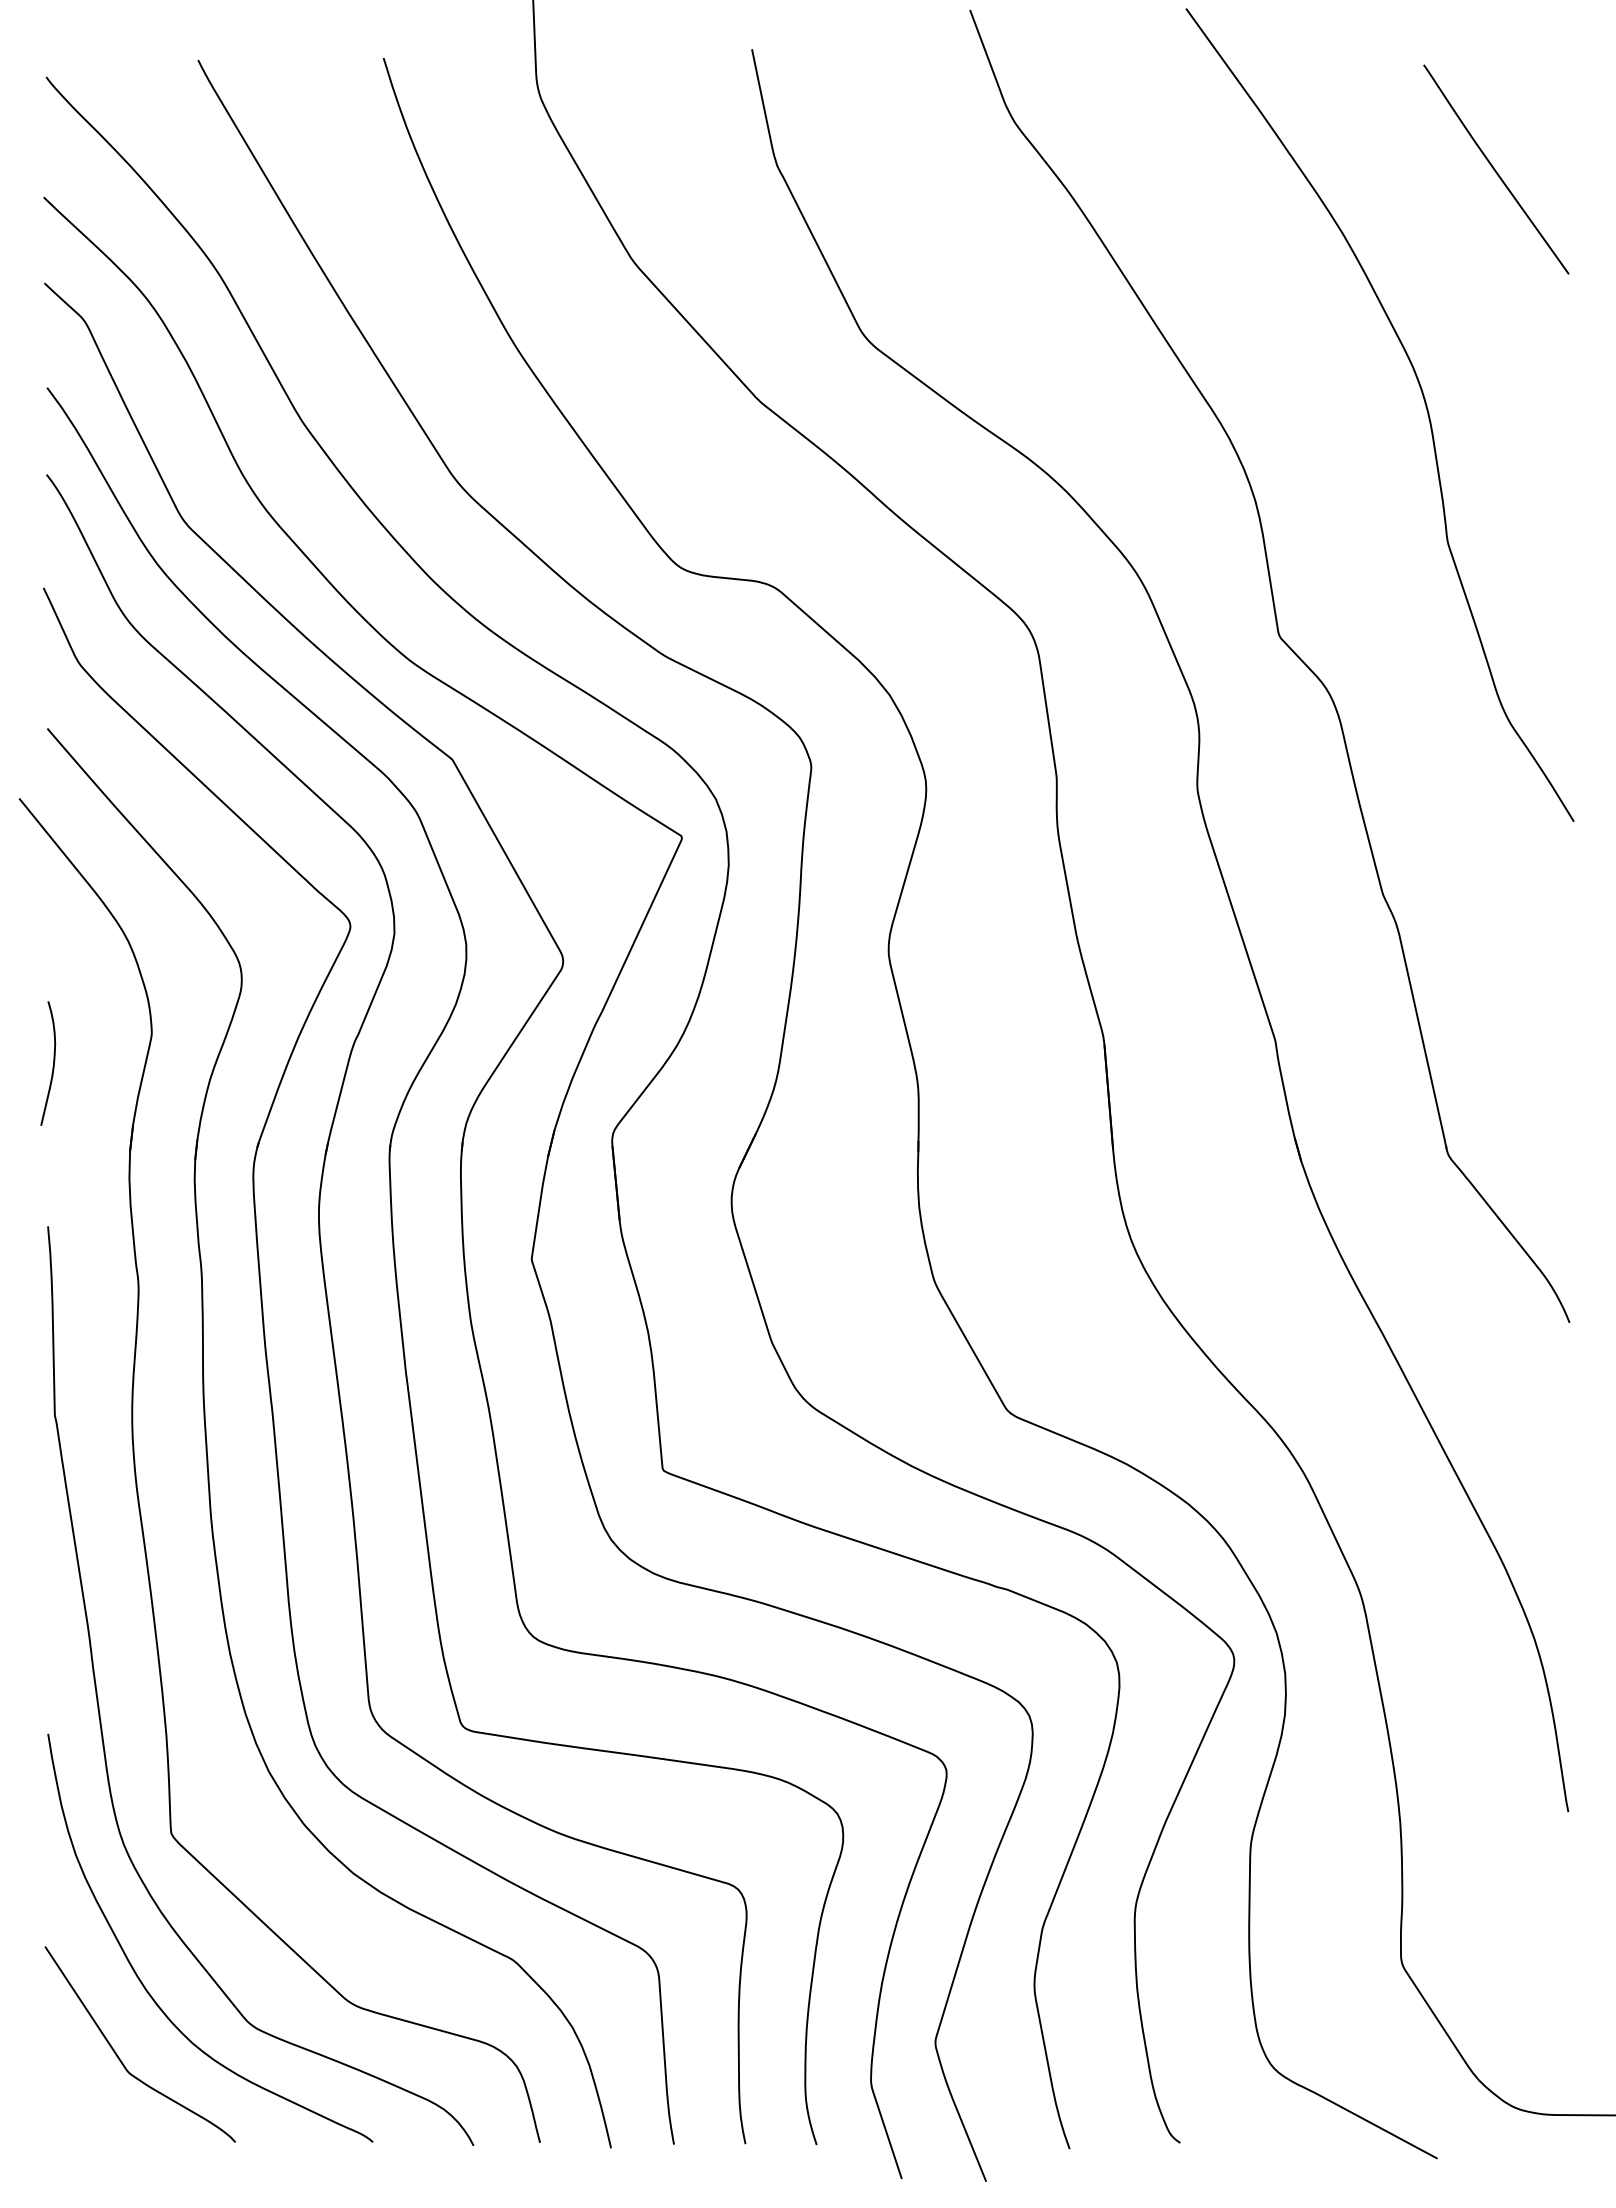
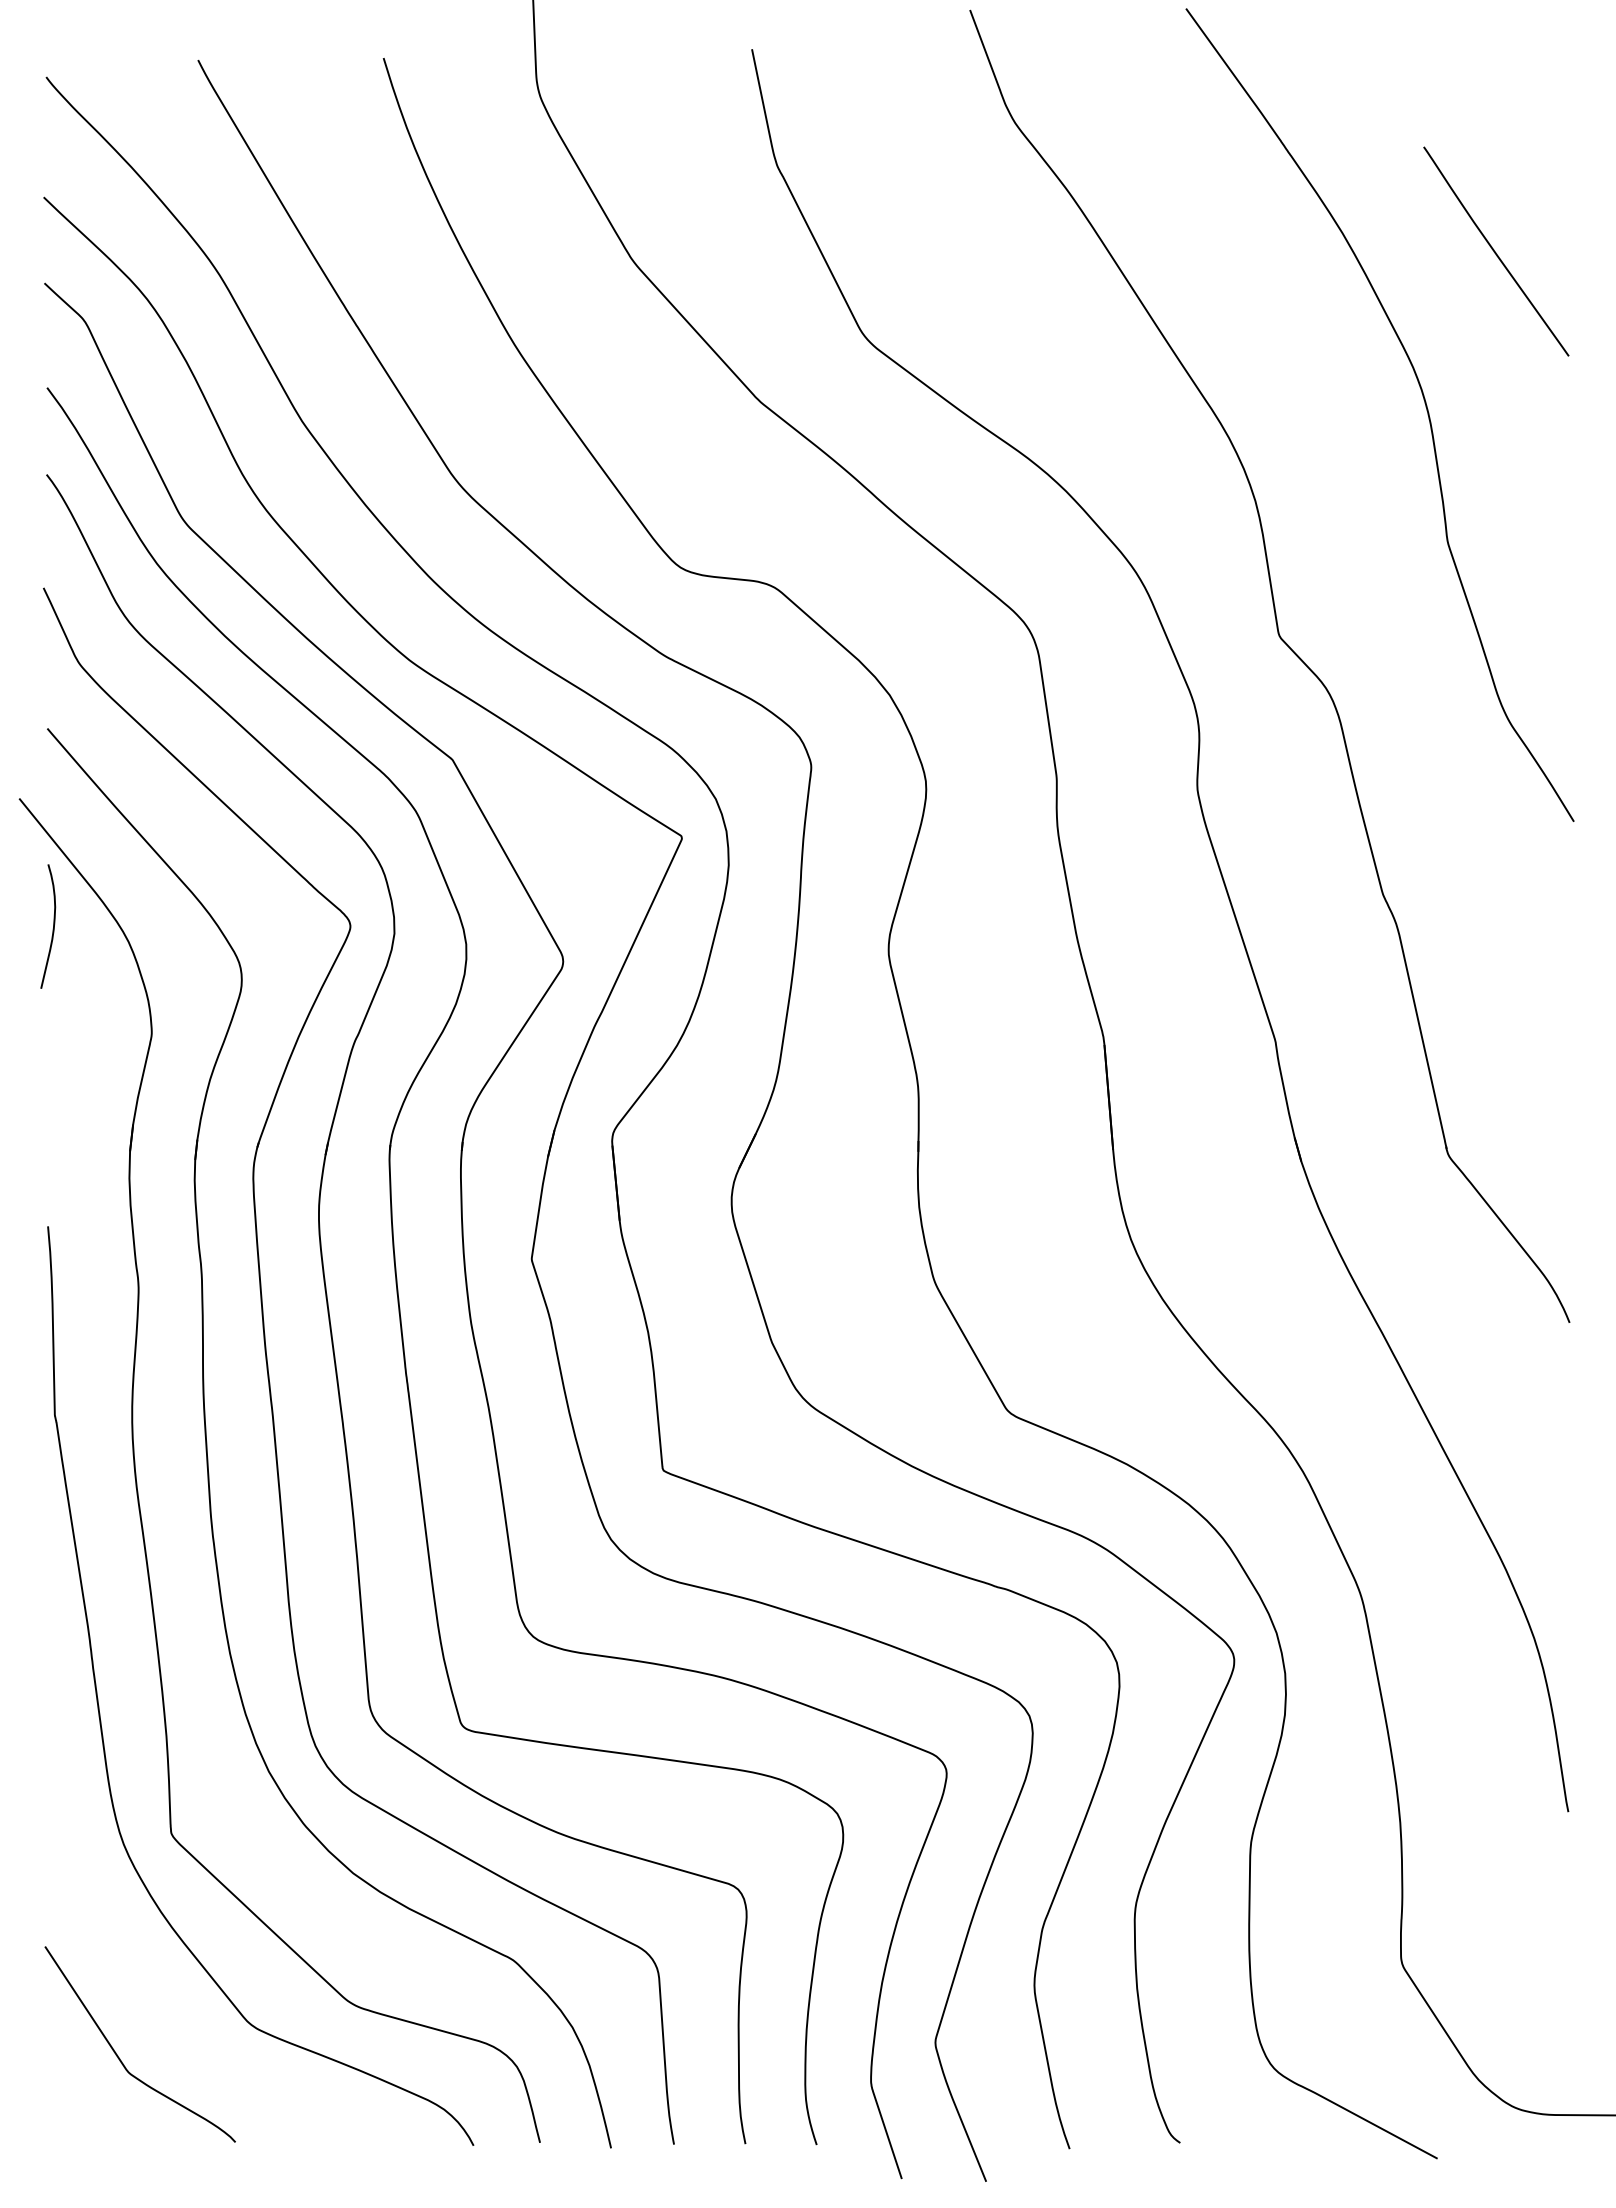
curve at (1495, 169) position: (1495, 169) -> (1495, 251)
curve at (53, 1063) position: (53, 1063) -> (53, 926)
curve at (143, 1983): present -> none
